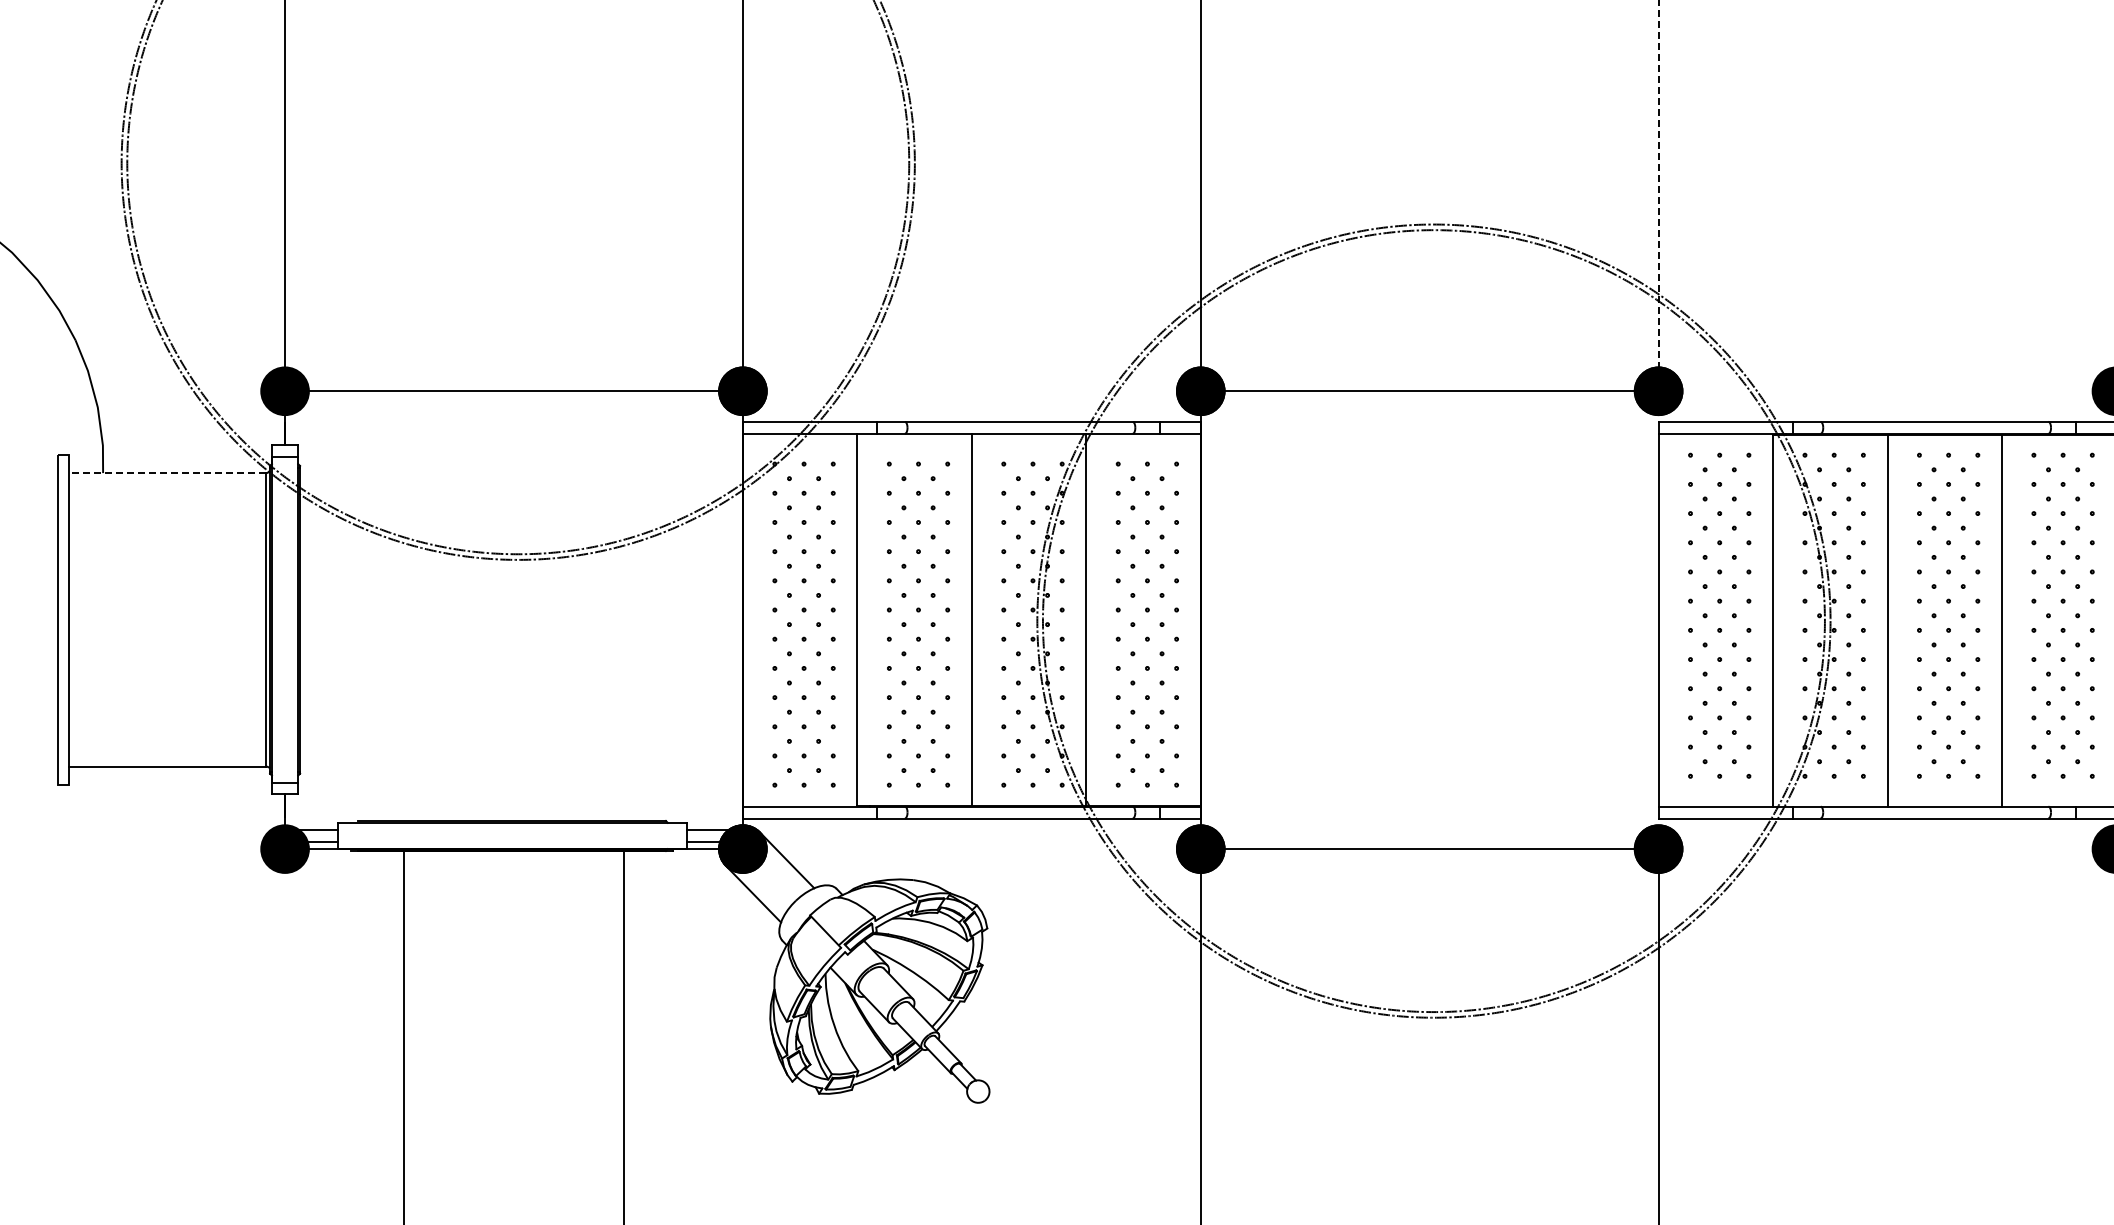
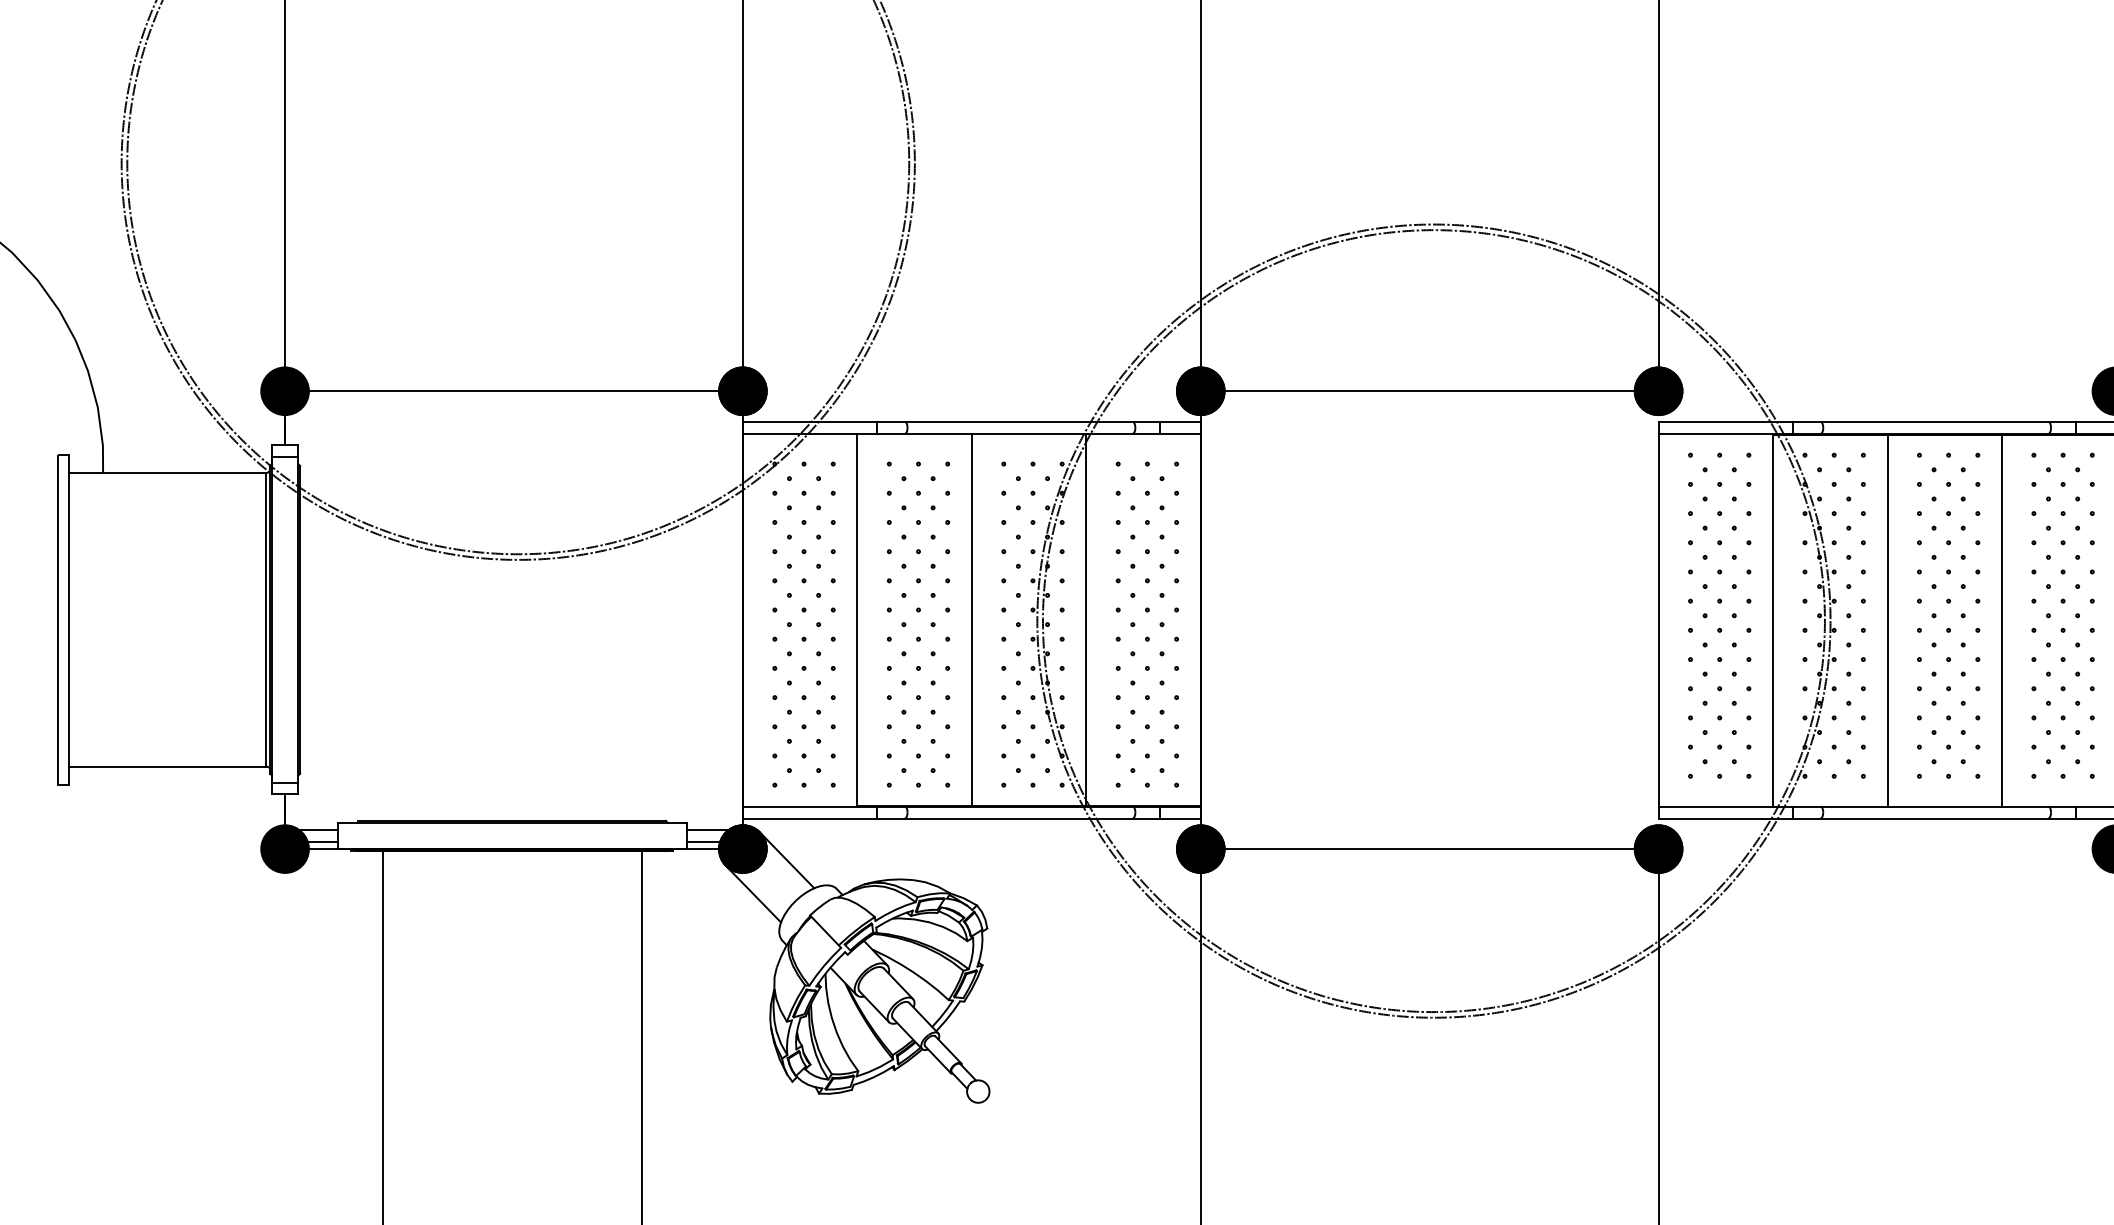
line at (1658, 196): dashed -> solid
line at (167, 473): dashed -> solid
line at (403, 1035) position: (403, 1035) -> (382, 1035)
line at (623, 1035) position: (623, 1035) -> (641, 1035)
